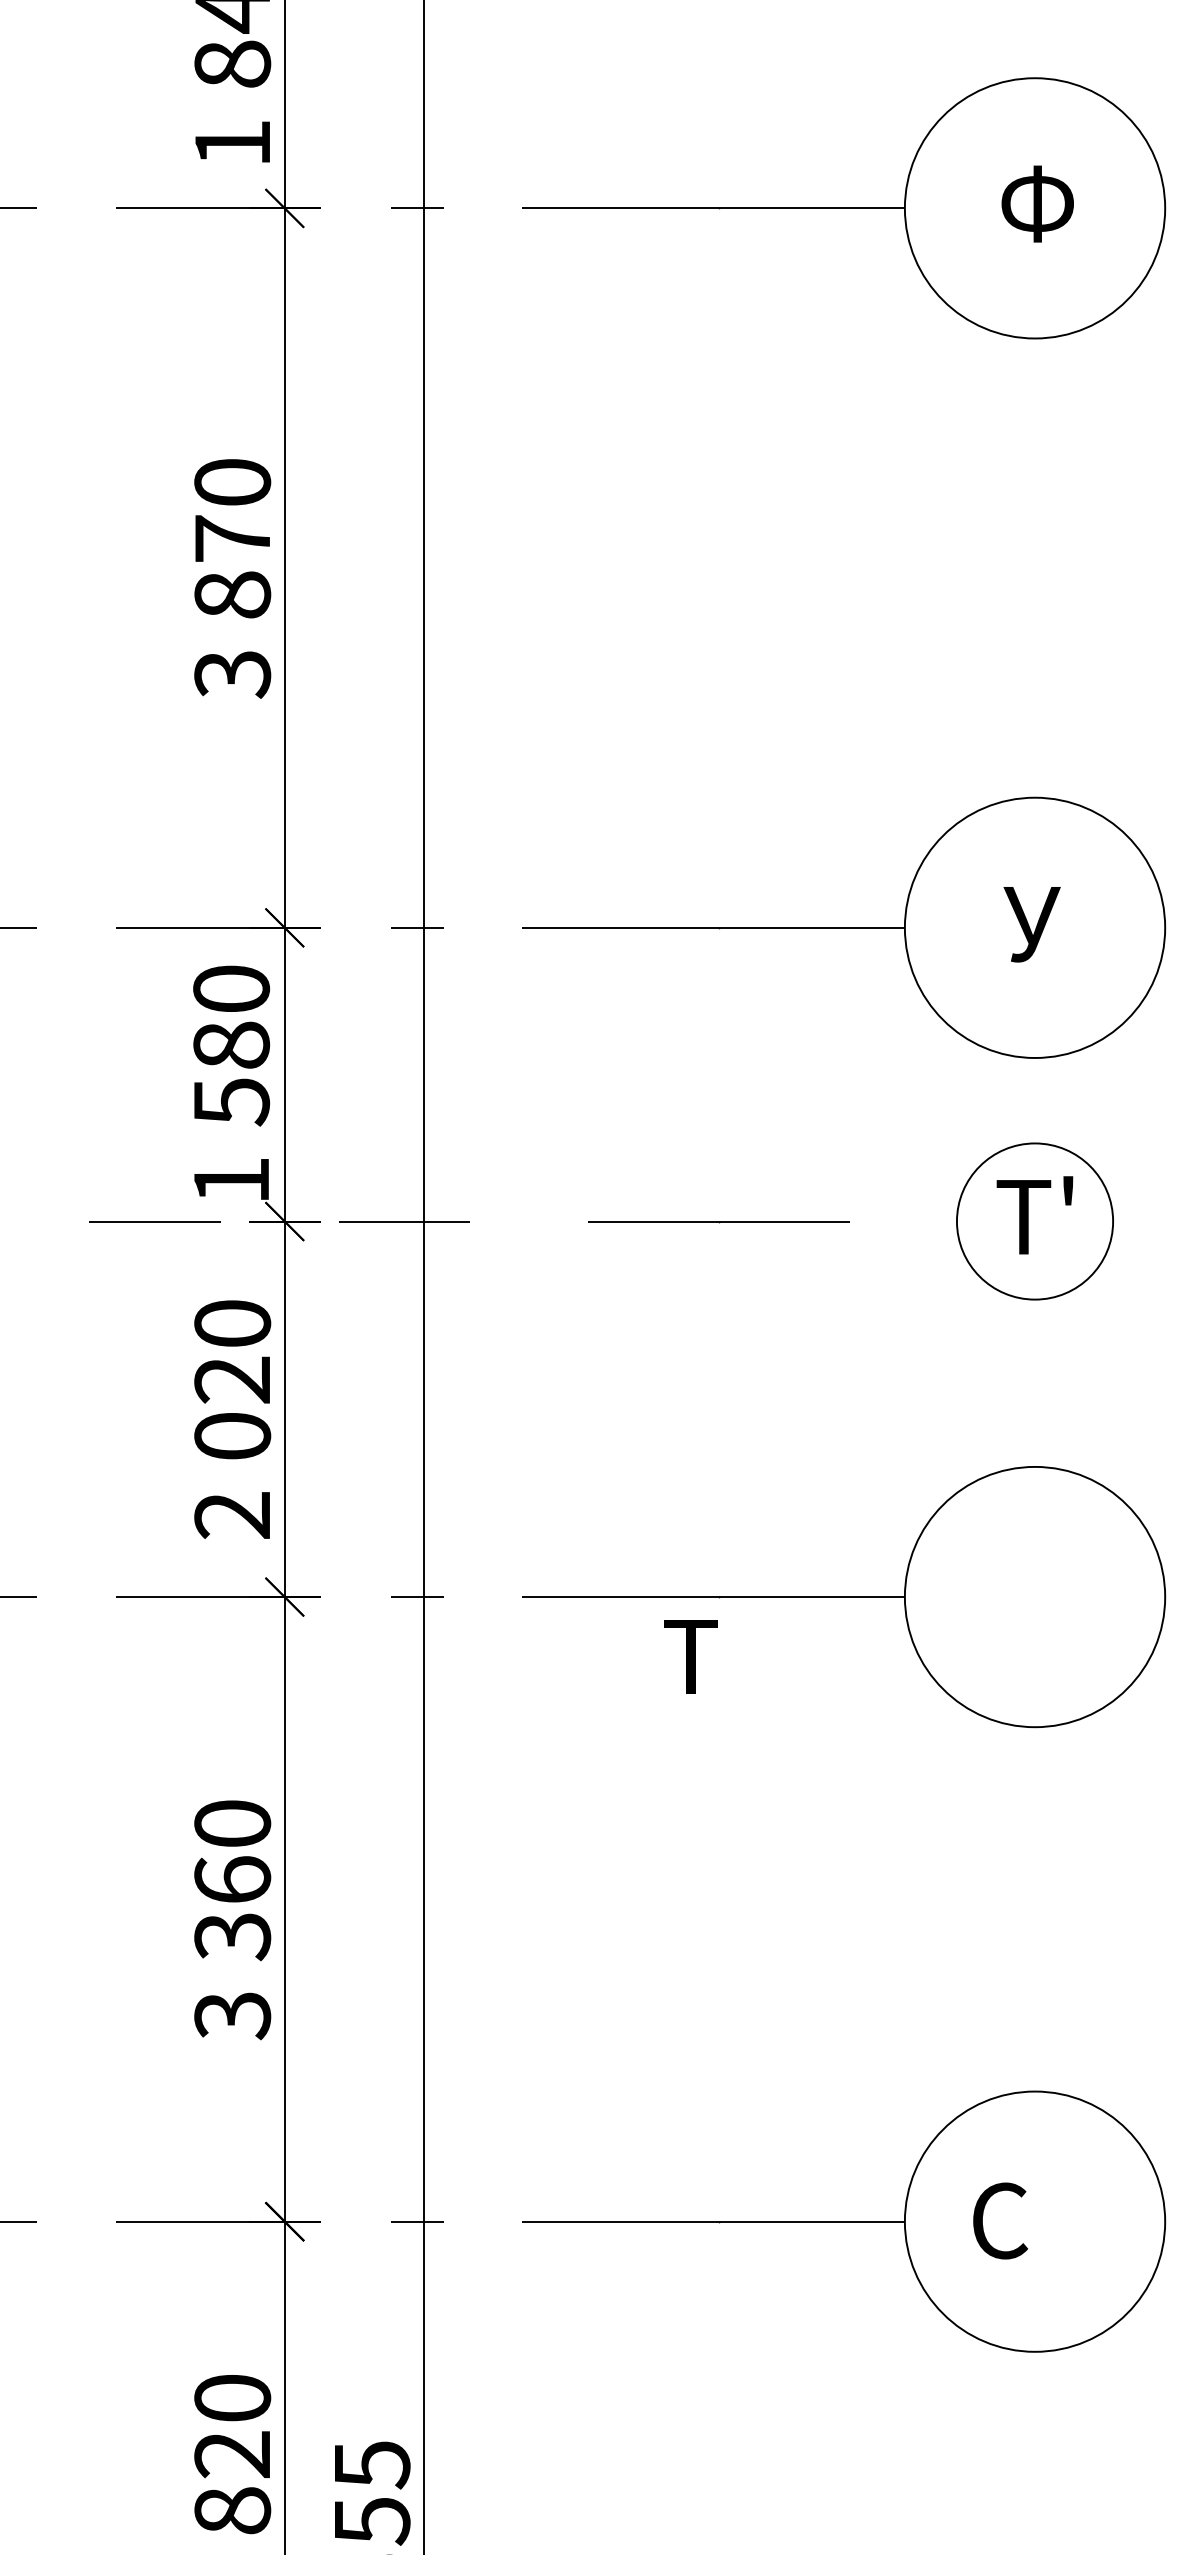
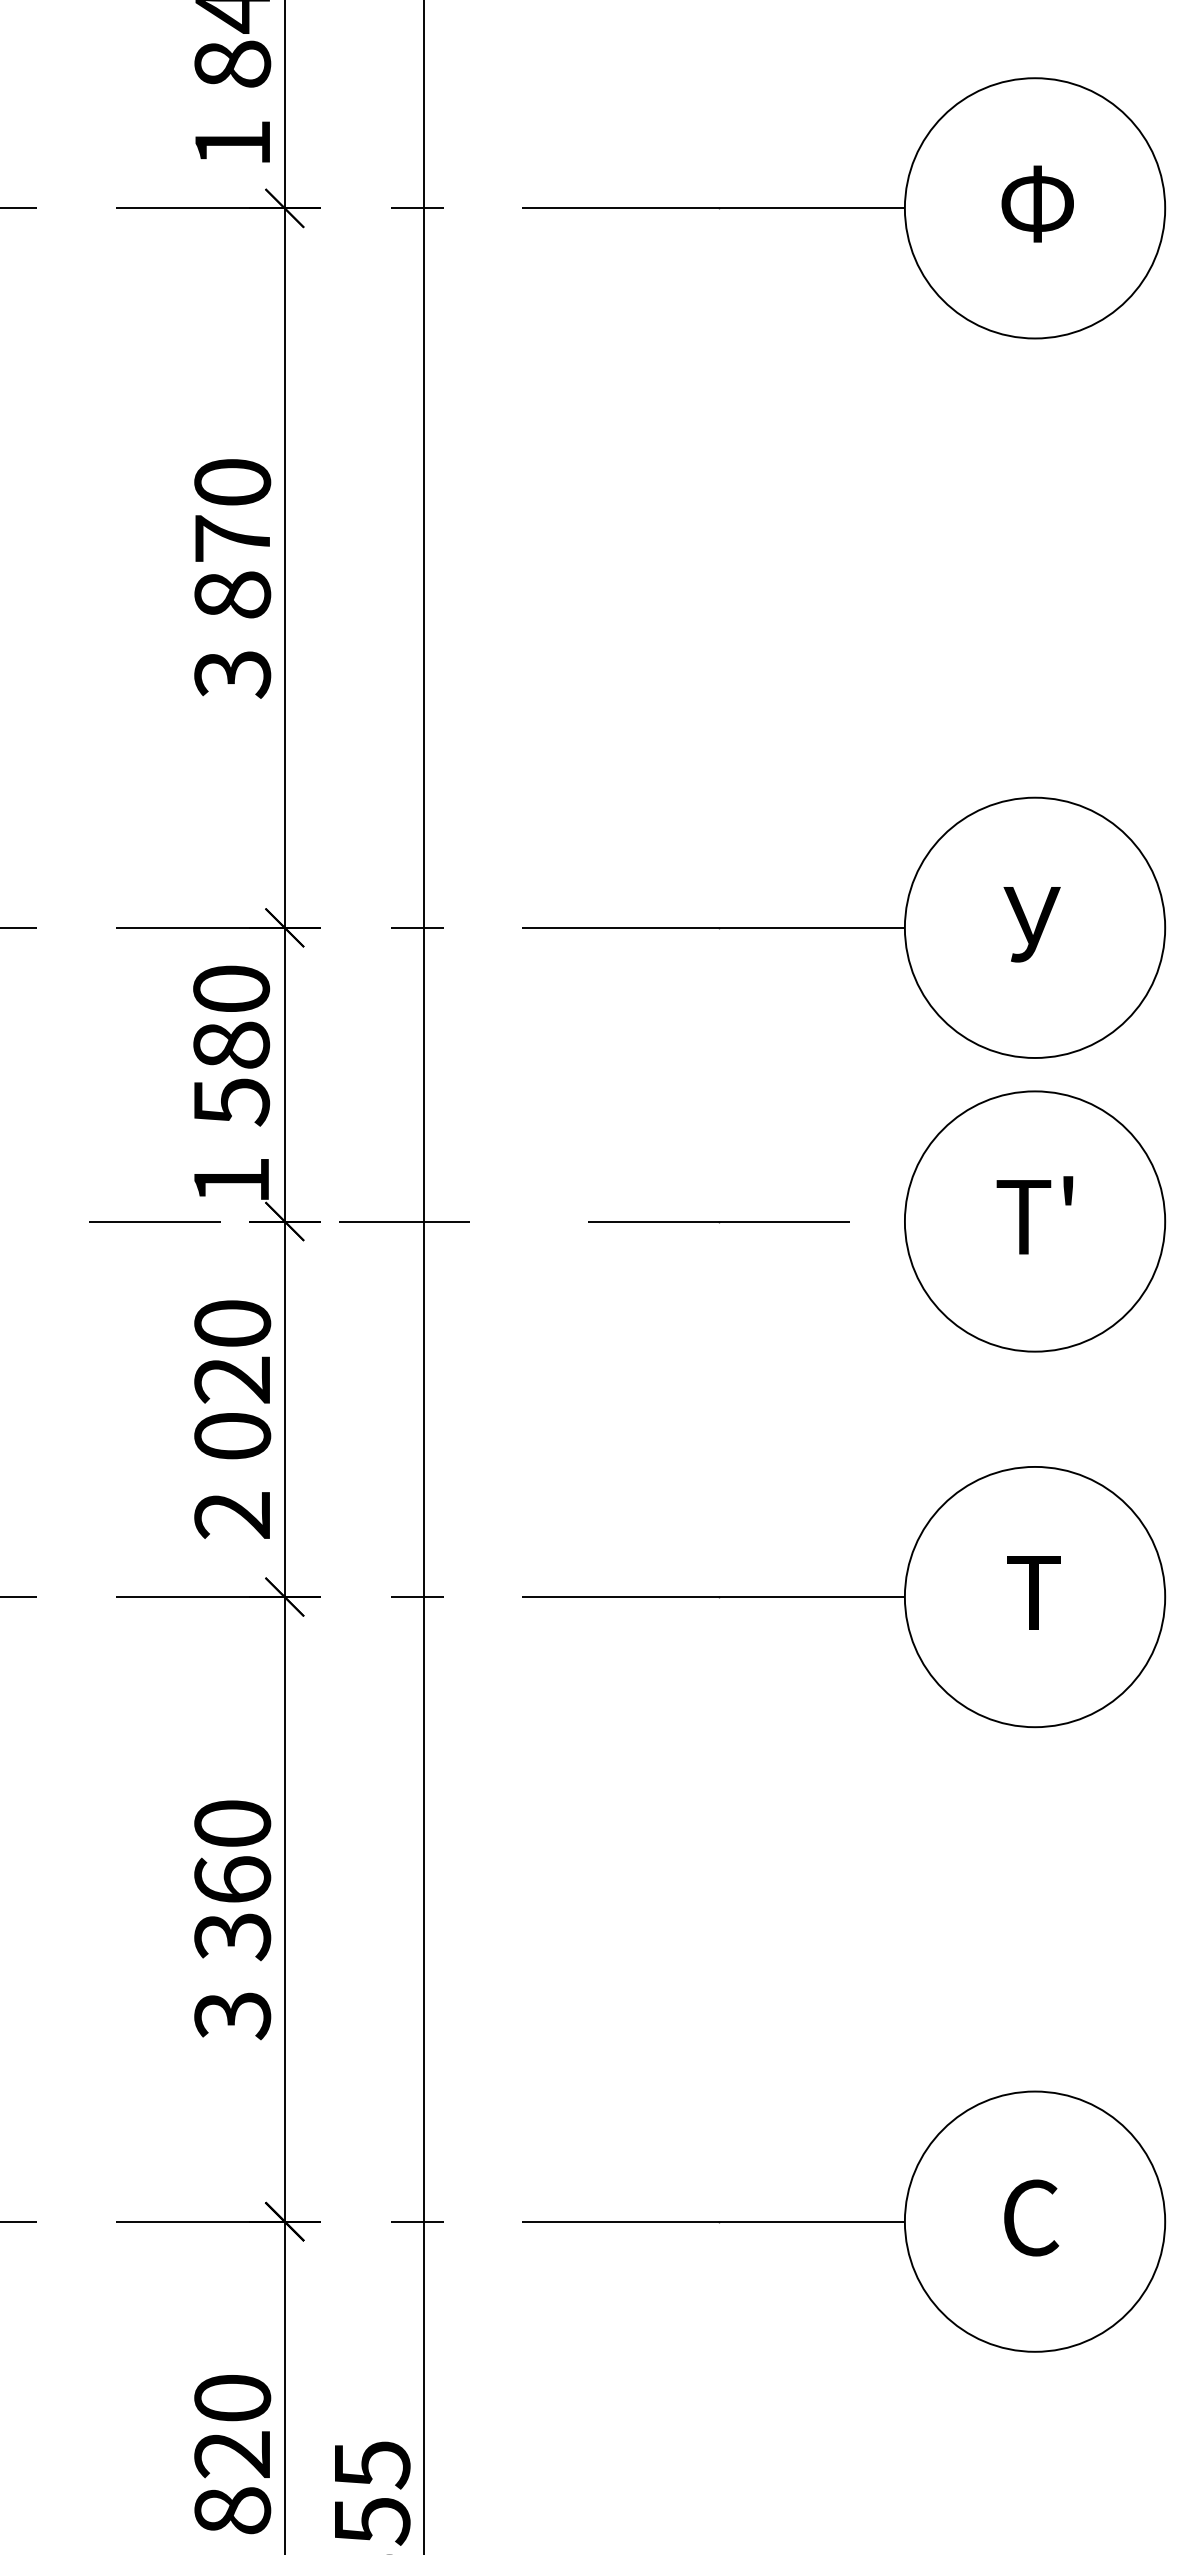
circle at (1034, 1221) diameter: 156 px -> 260 px
text at (690, 1656) position: (690, 1656) -> (1033, 1592)
text at (1000, 2220) position: (1000, 2220) -> (1031, 2217)
